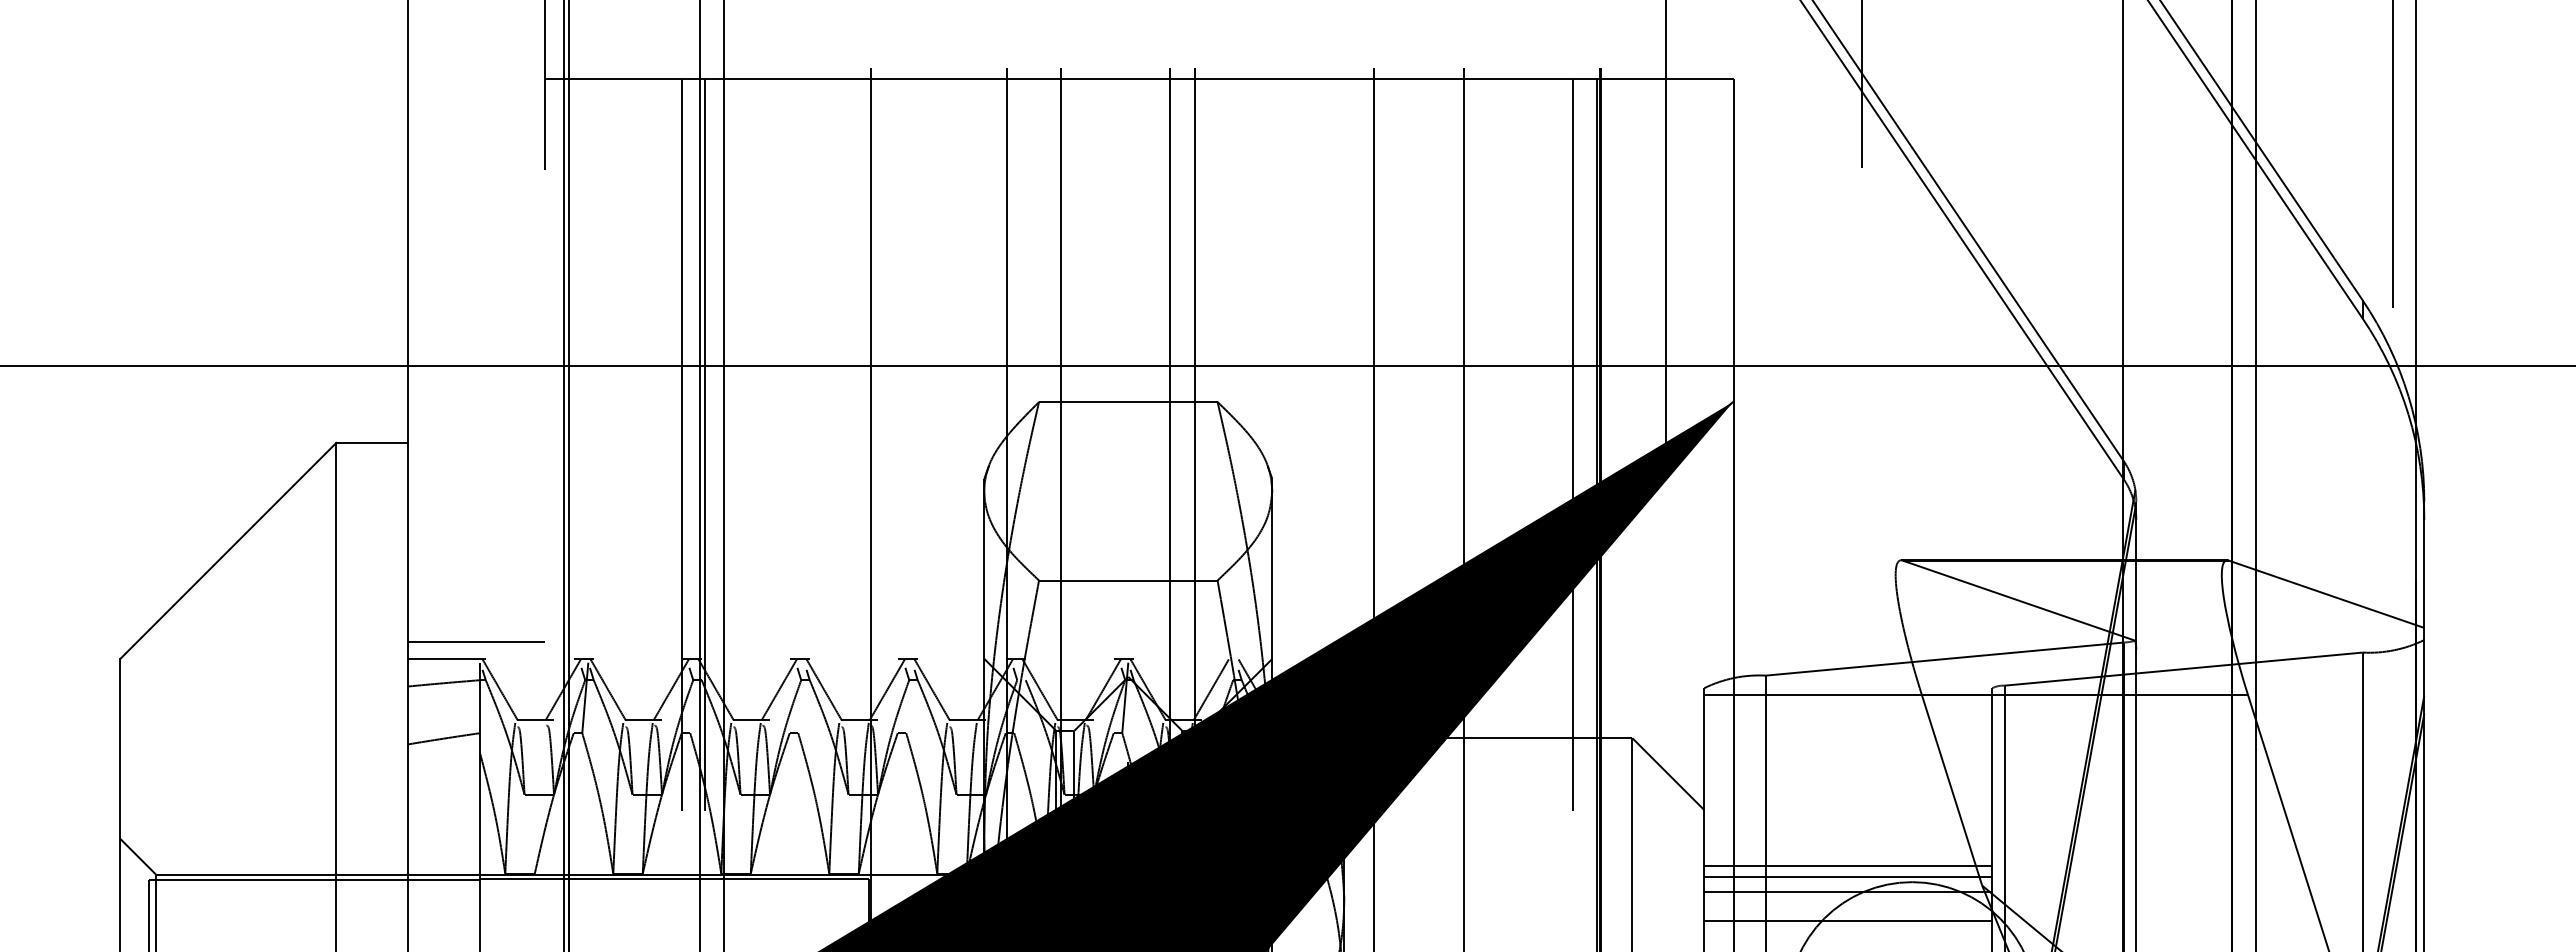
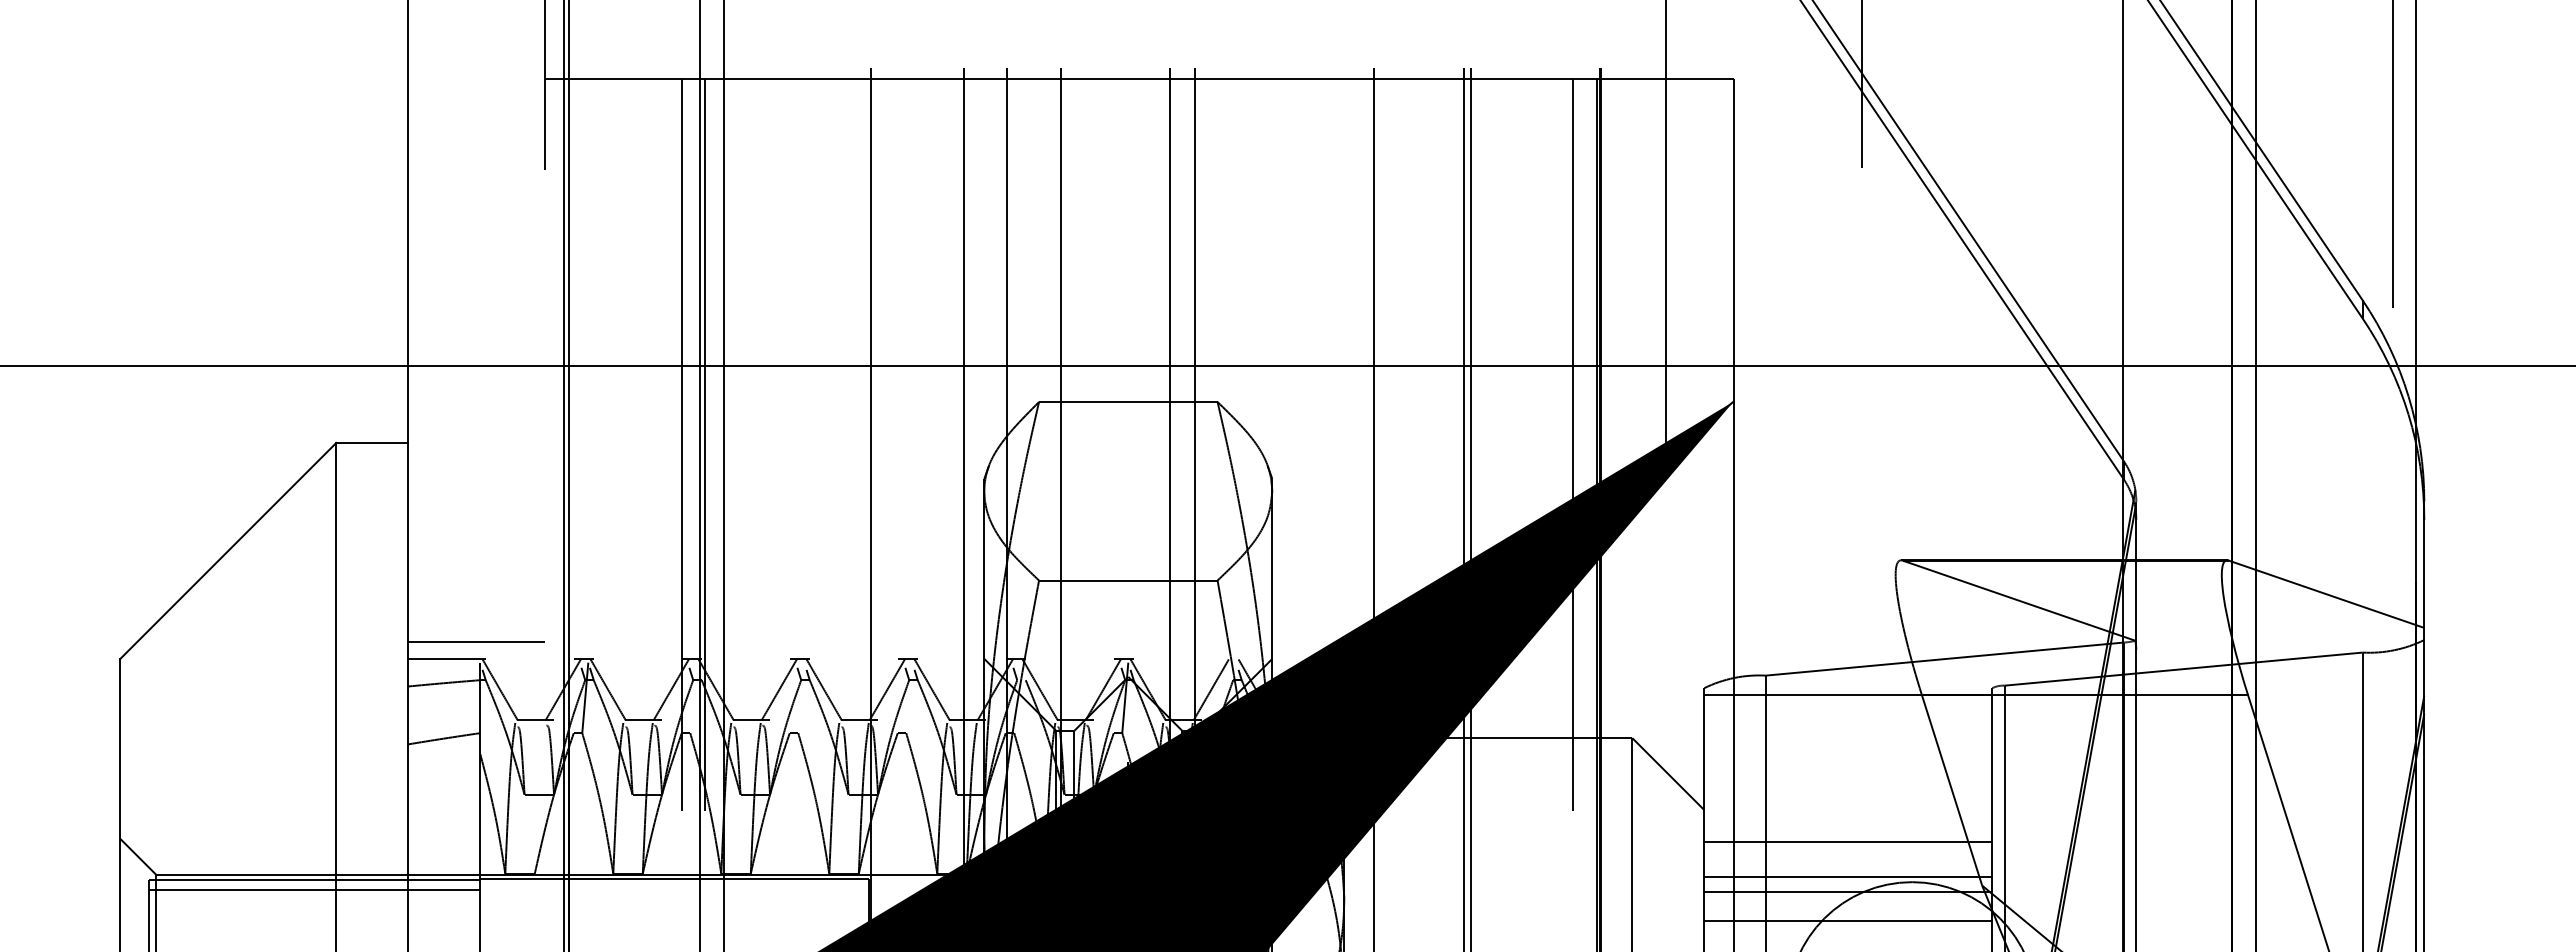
line at (964, 475): none -> present
line at (1470, 475): none -> present
line at (1848, 866) position: (1848, 866) -> (1848, 842)
line at (314, 890): none -> present
